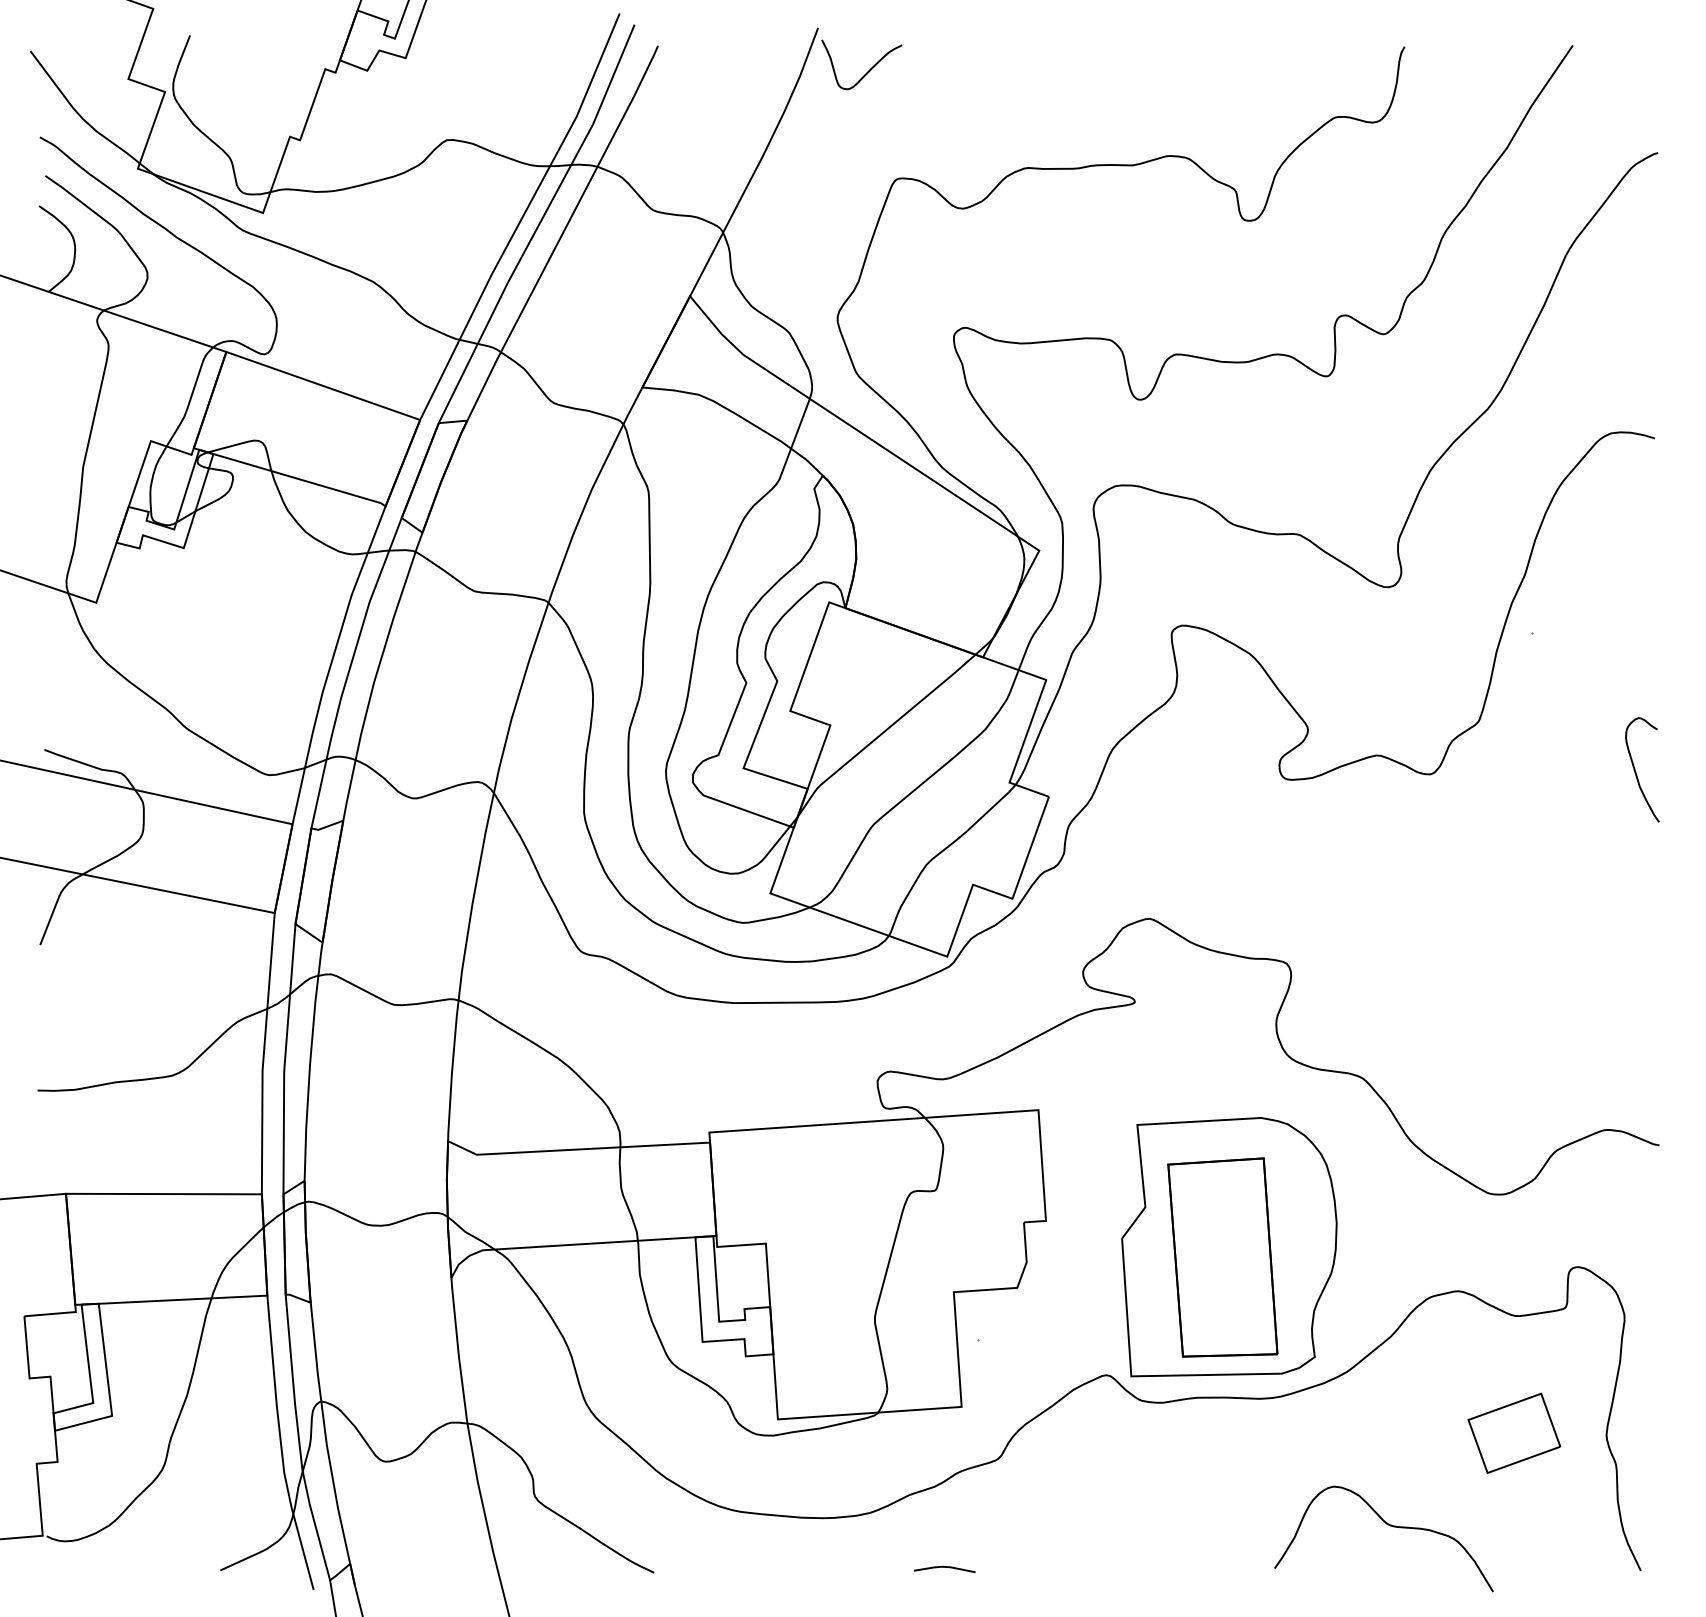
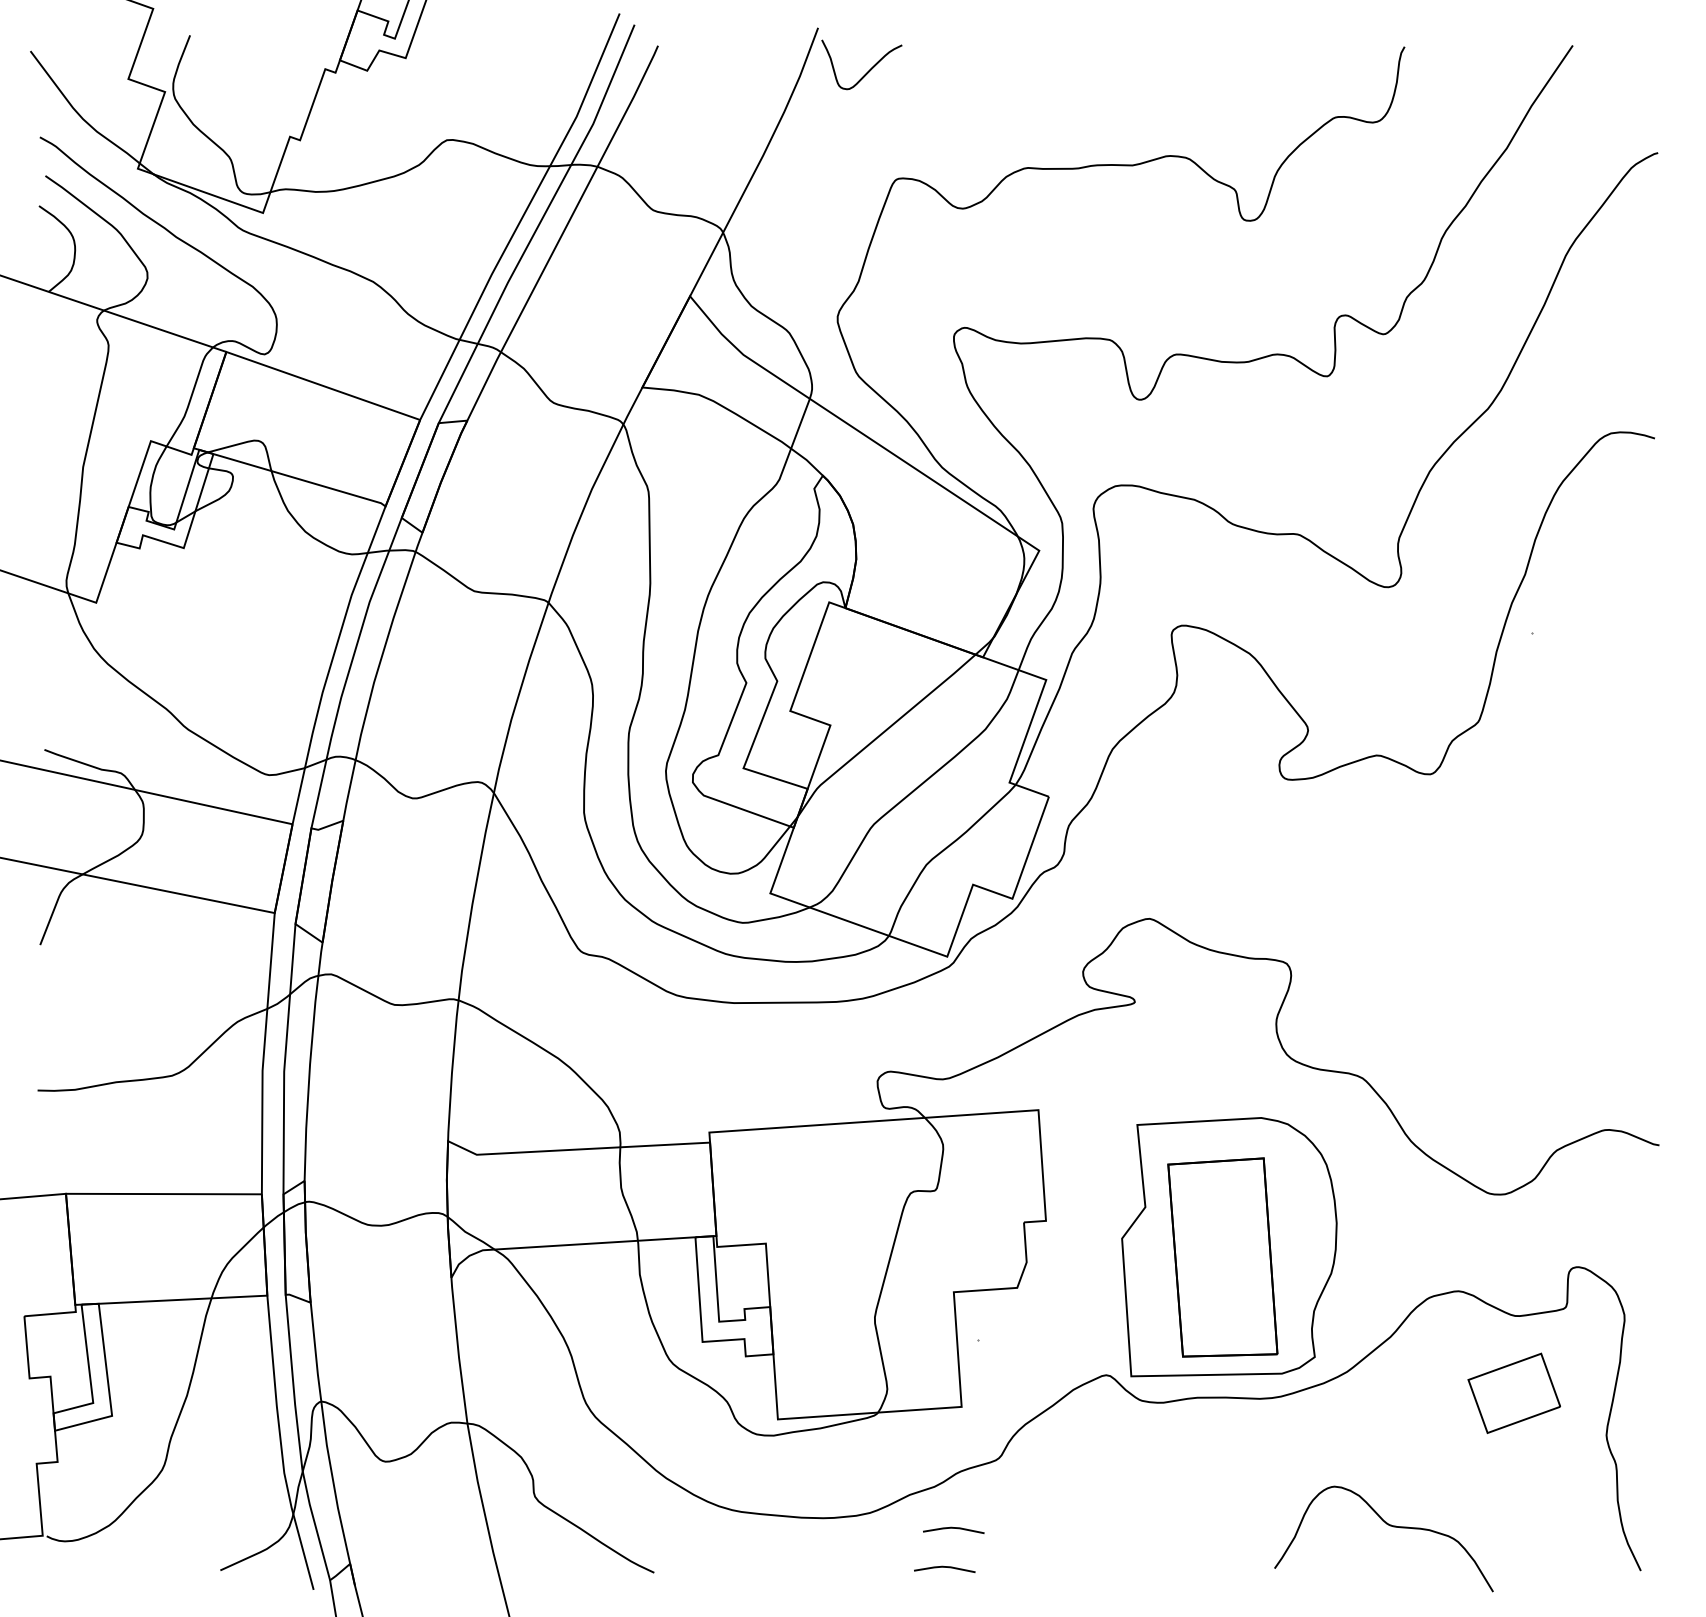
curve at (1636, 771): present -> none
part at (1513, 1432) position: (1513, 1432) -> (1513, 1392)
line at (953, 1528): none -> present
